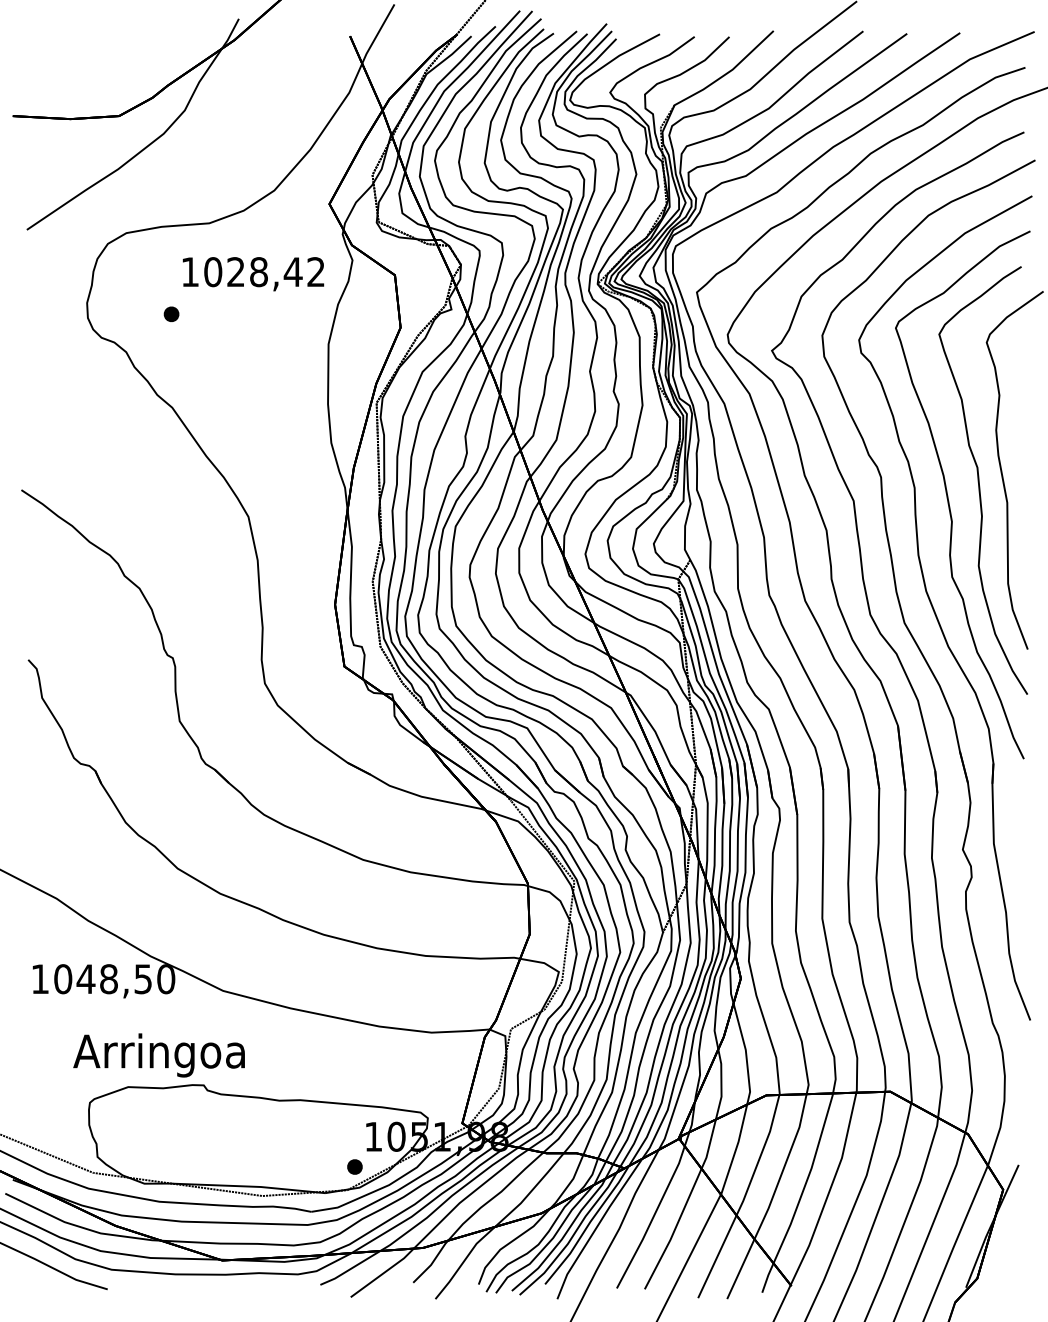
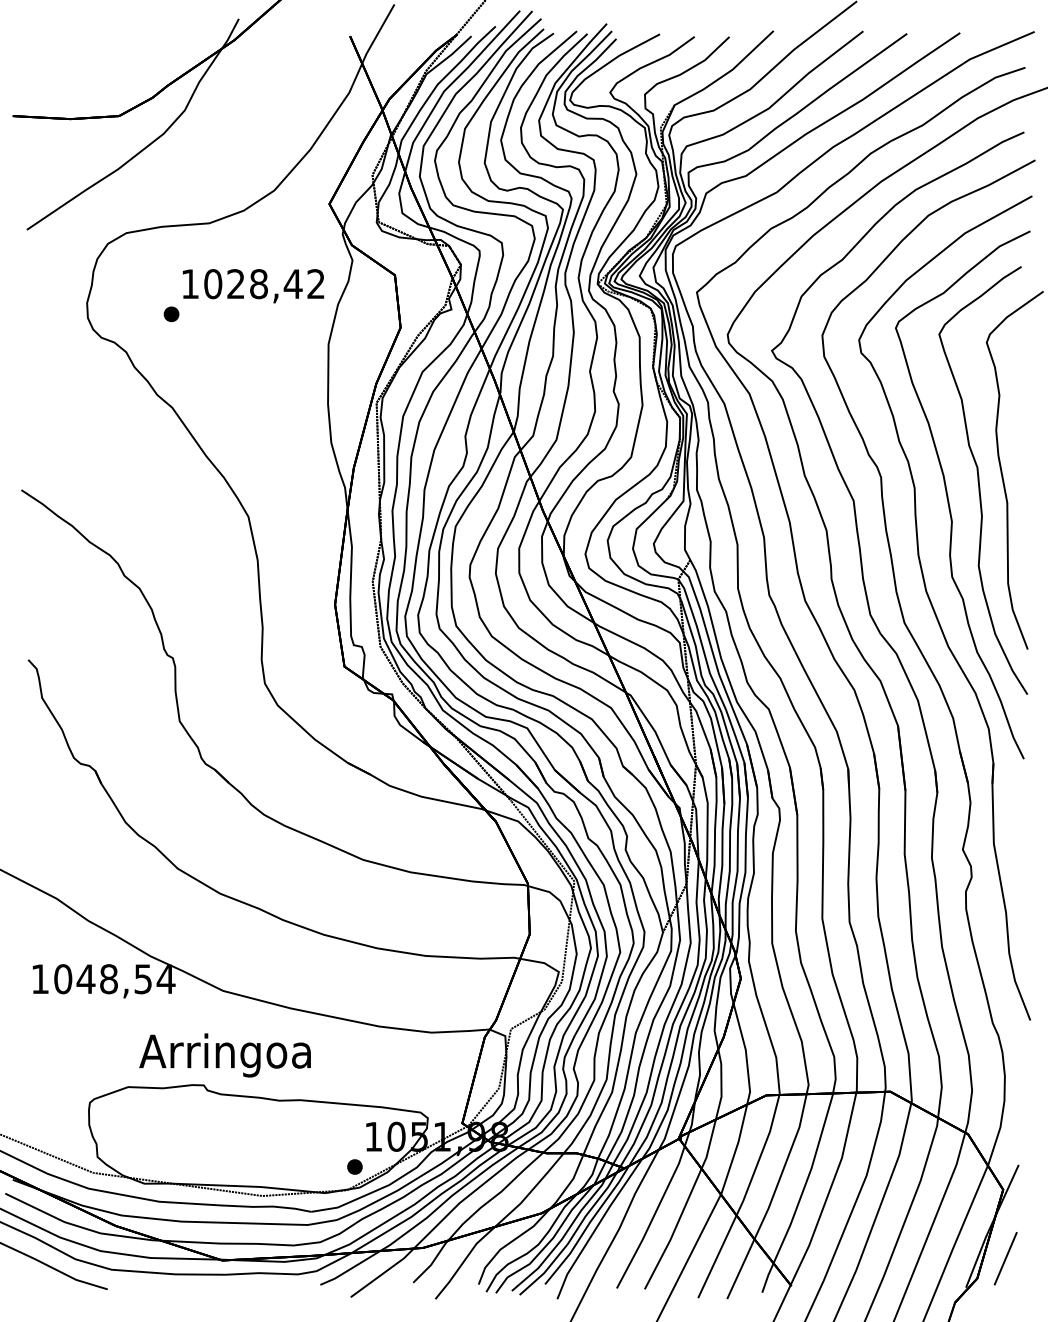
text at (253, 274) position: (253, 274) -> (253, 286)
text at (165, 979): 1048,50 -> 1048,54
text at (158, 1055) position: (158, 1055) -> (224, 1055)
line at (1005, 1258): none -> present
